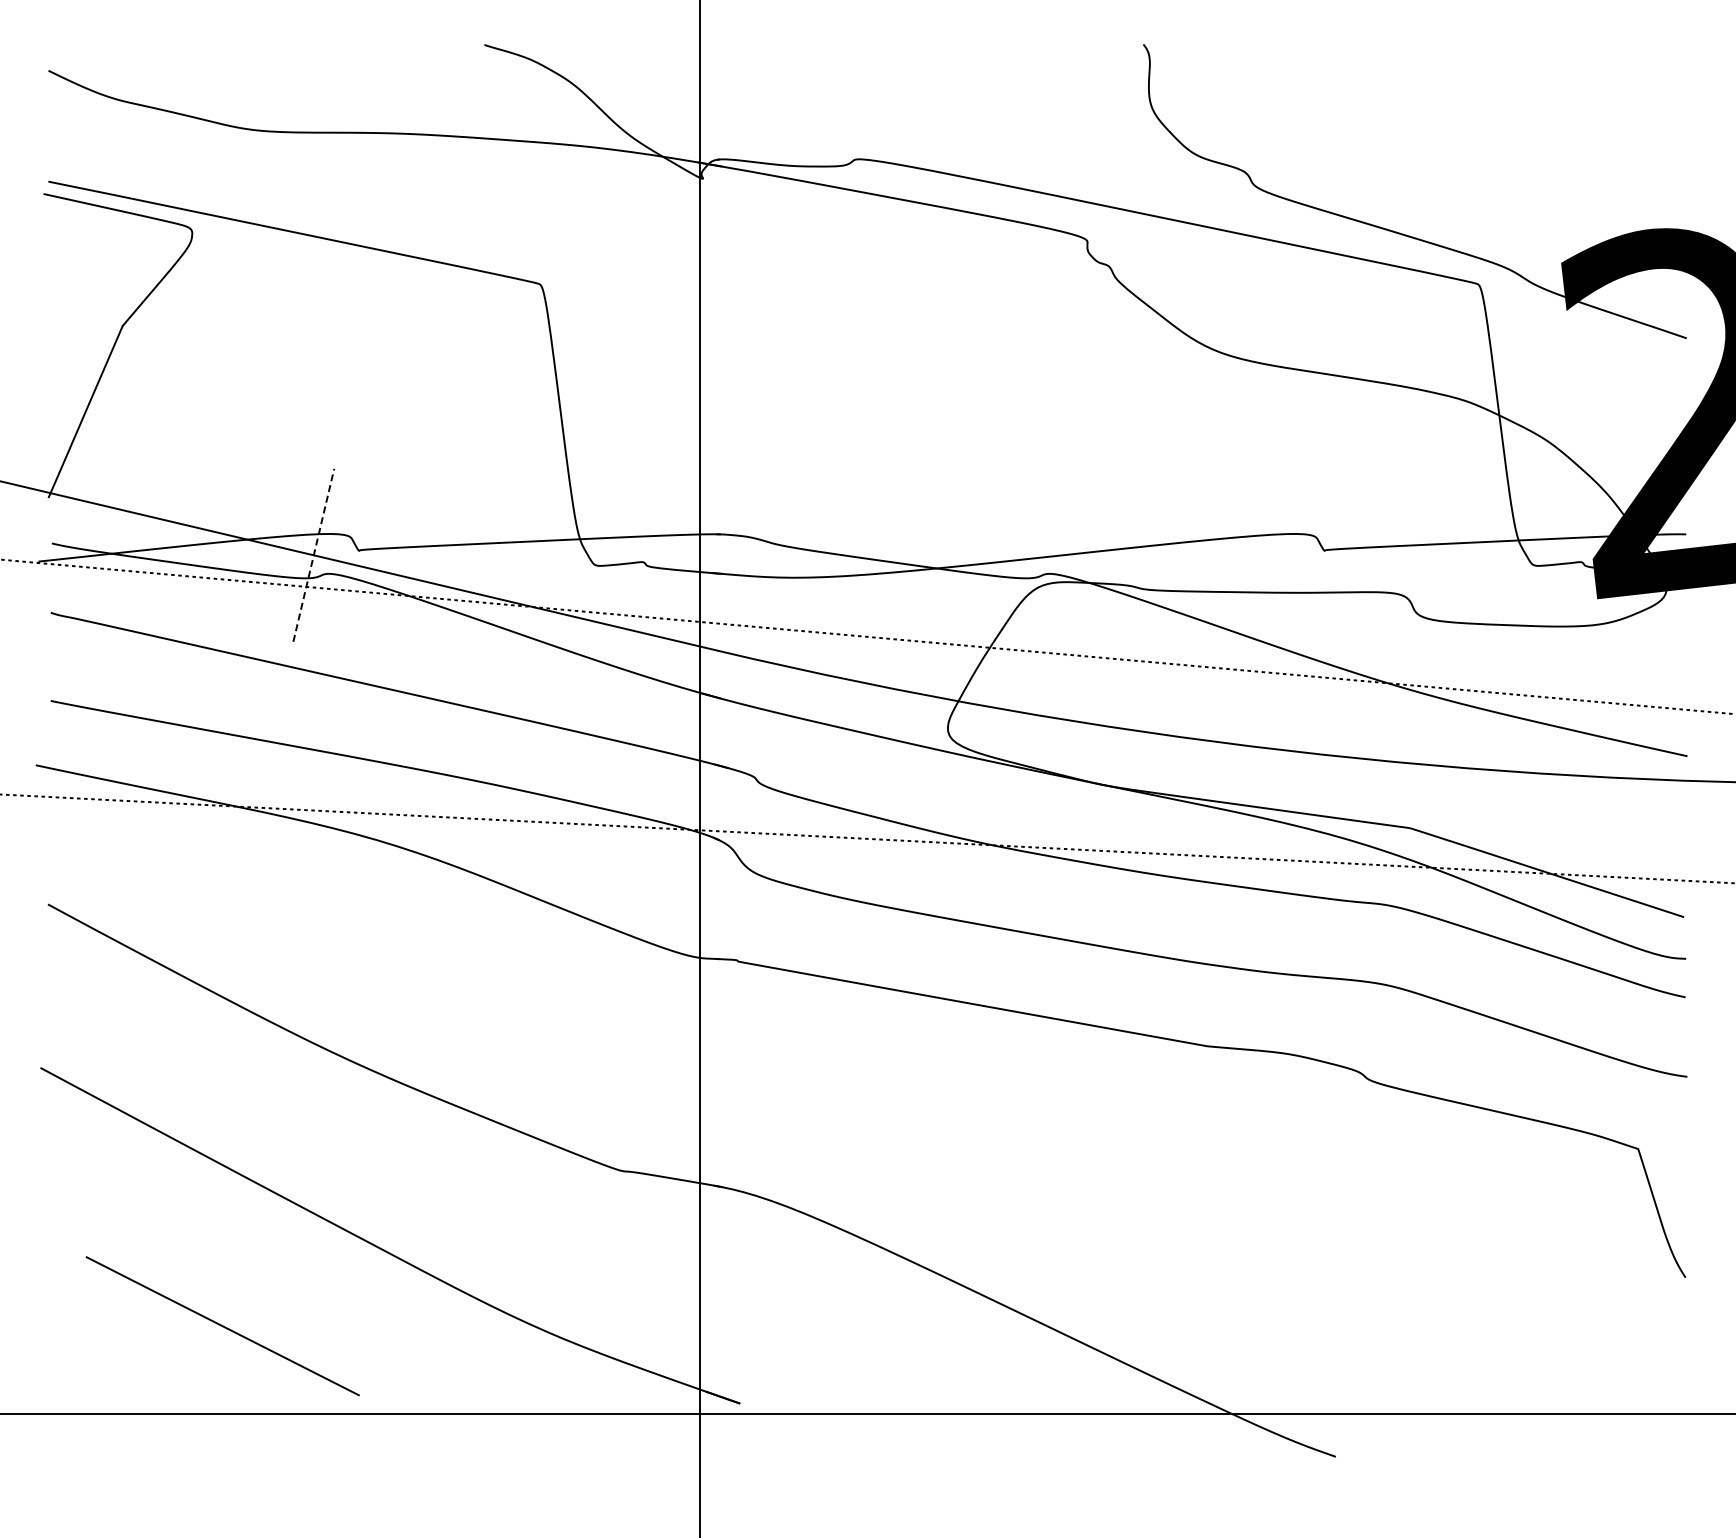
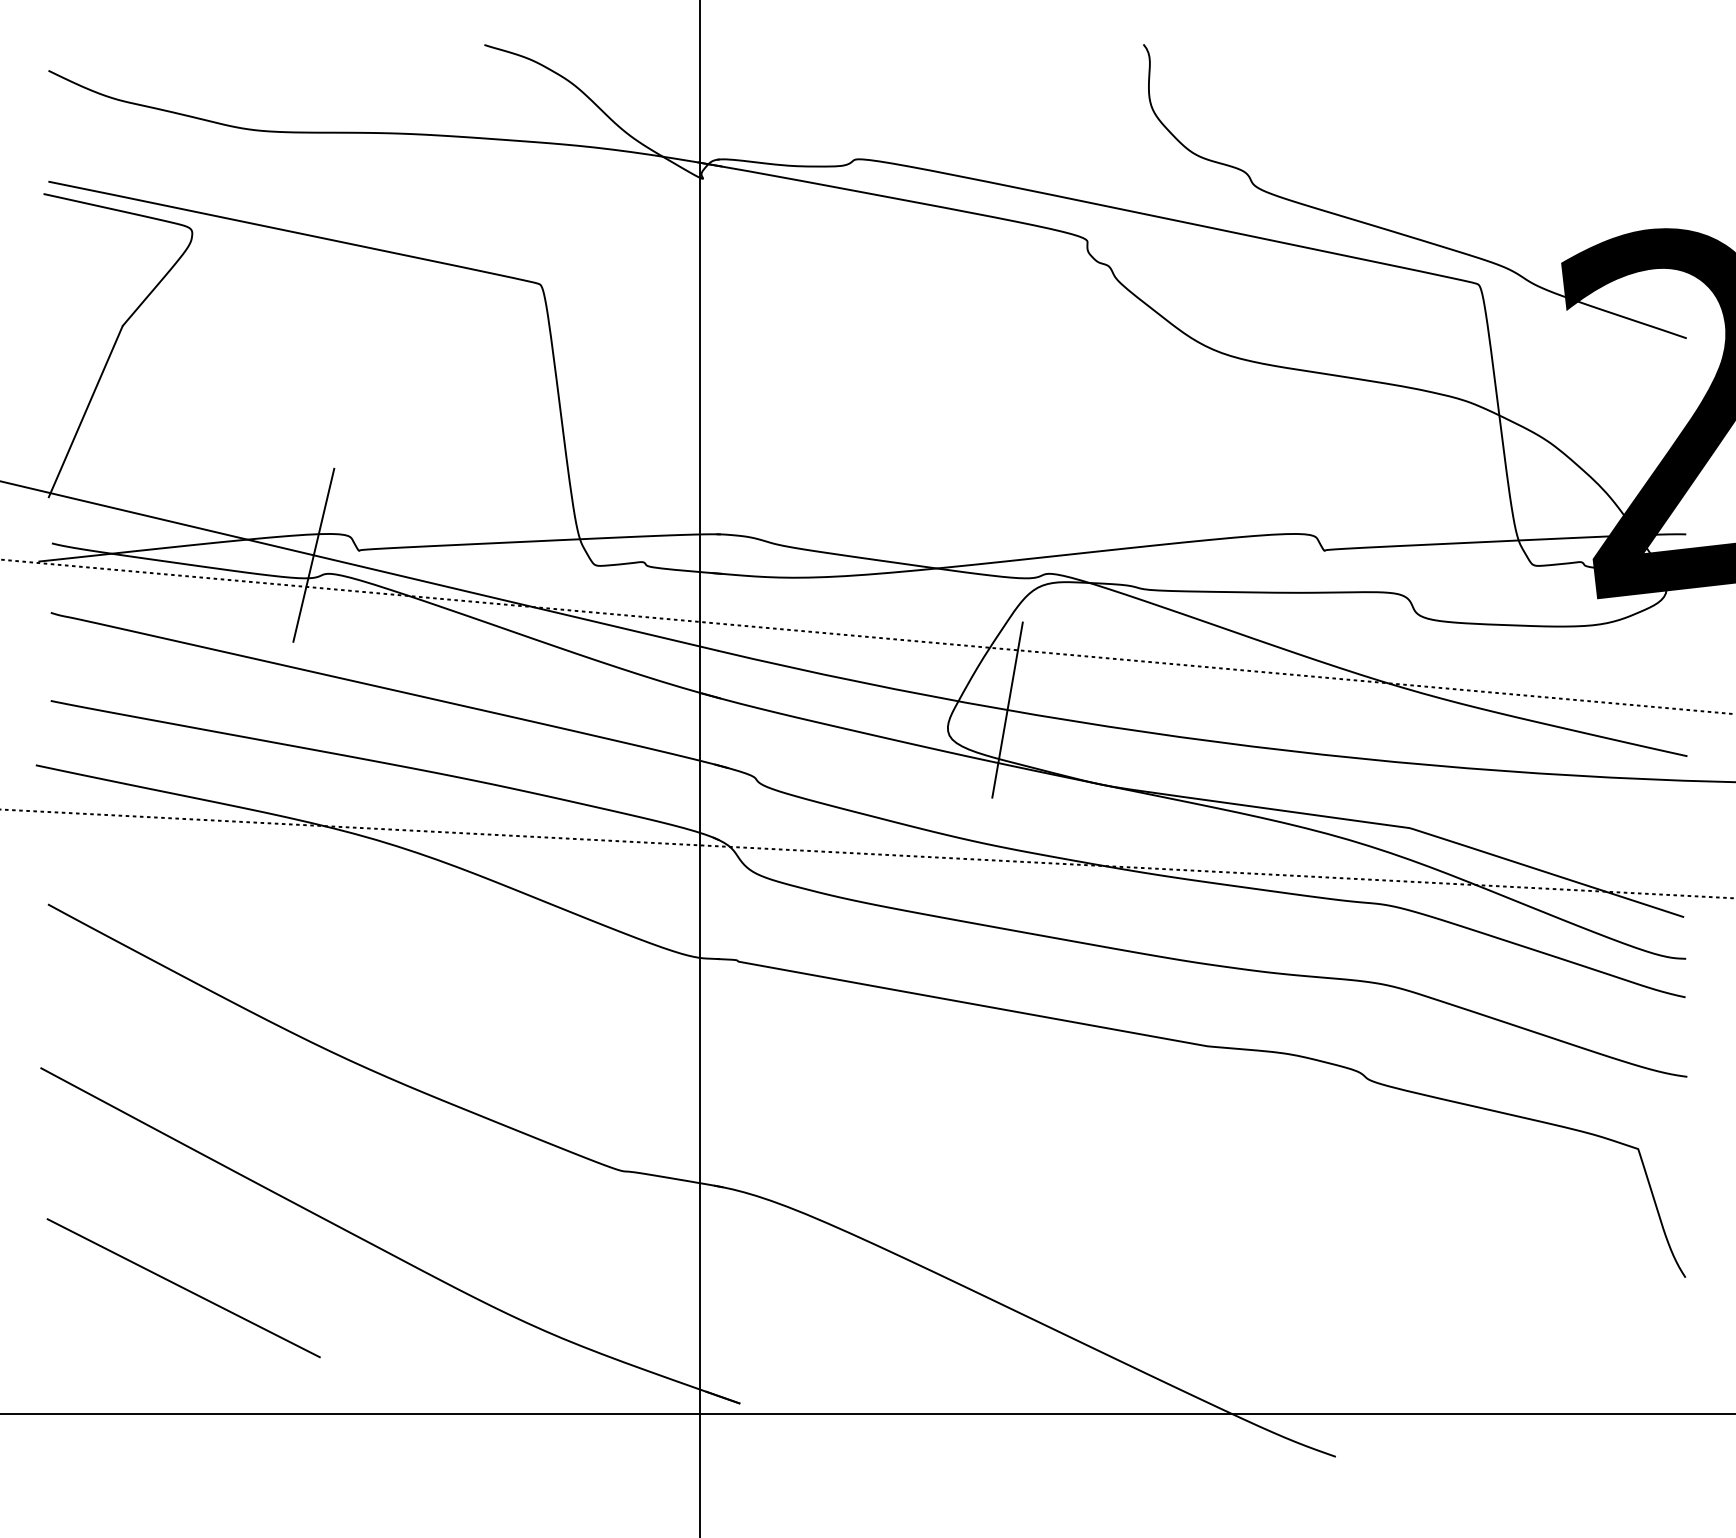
line at (313, 555): dashed -> solid
line at (1007, 709): none -> present
line at (867, 838) position: (867, 838) -> (867, 853)
line at (222, 1326) position: (222, 1326) -> (183, 1288)
